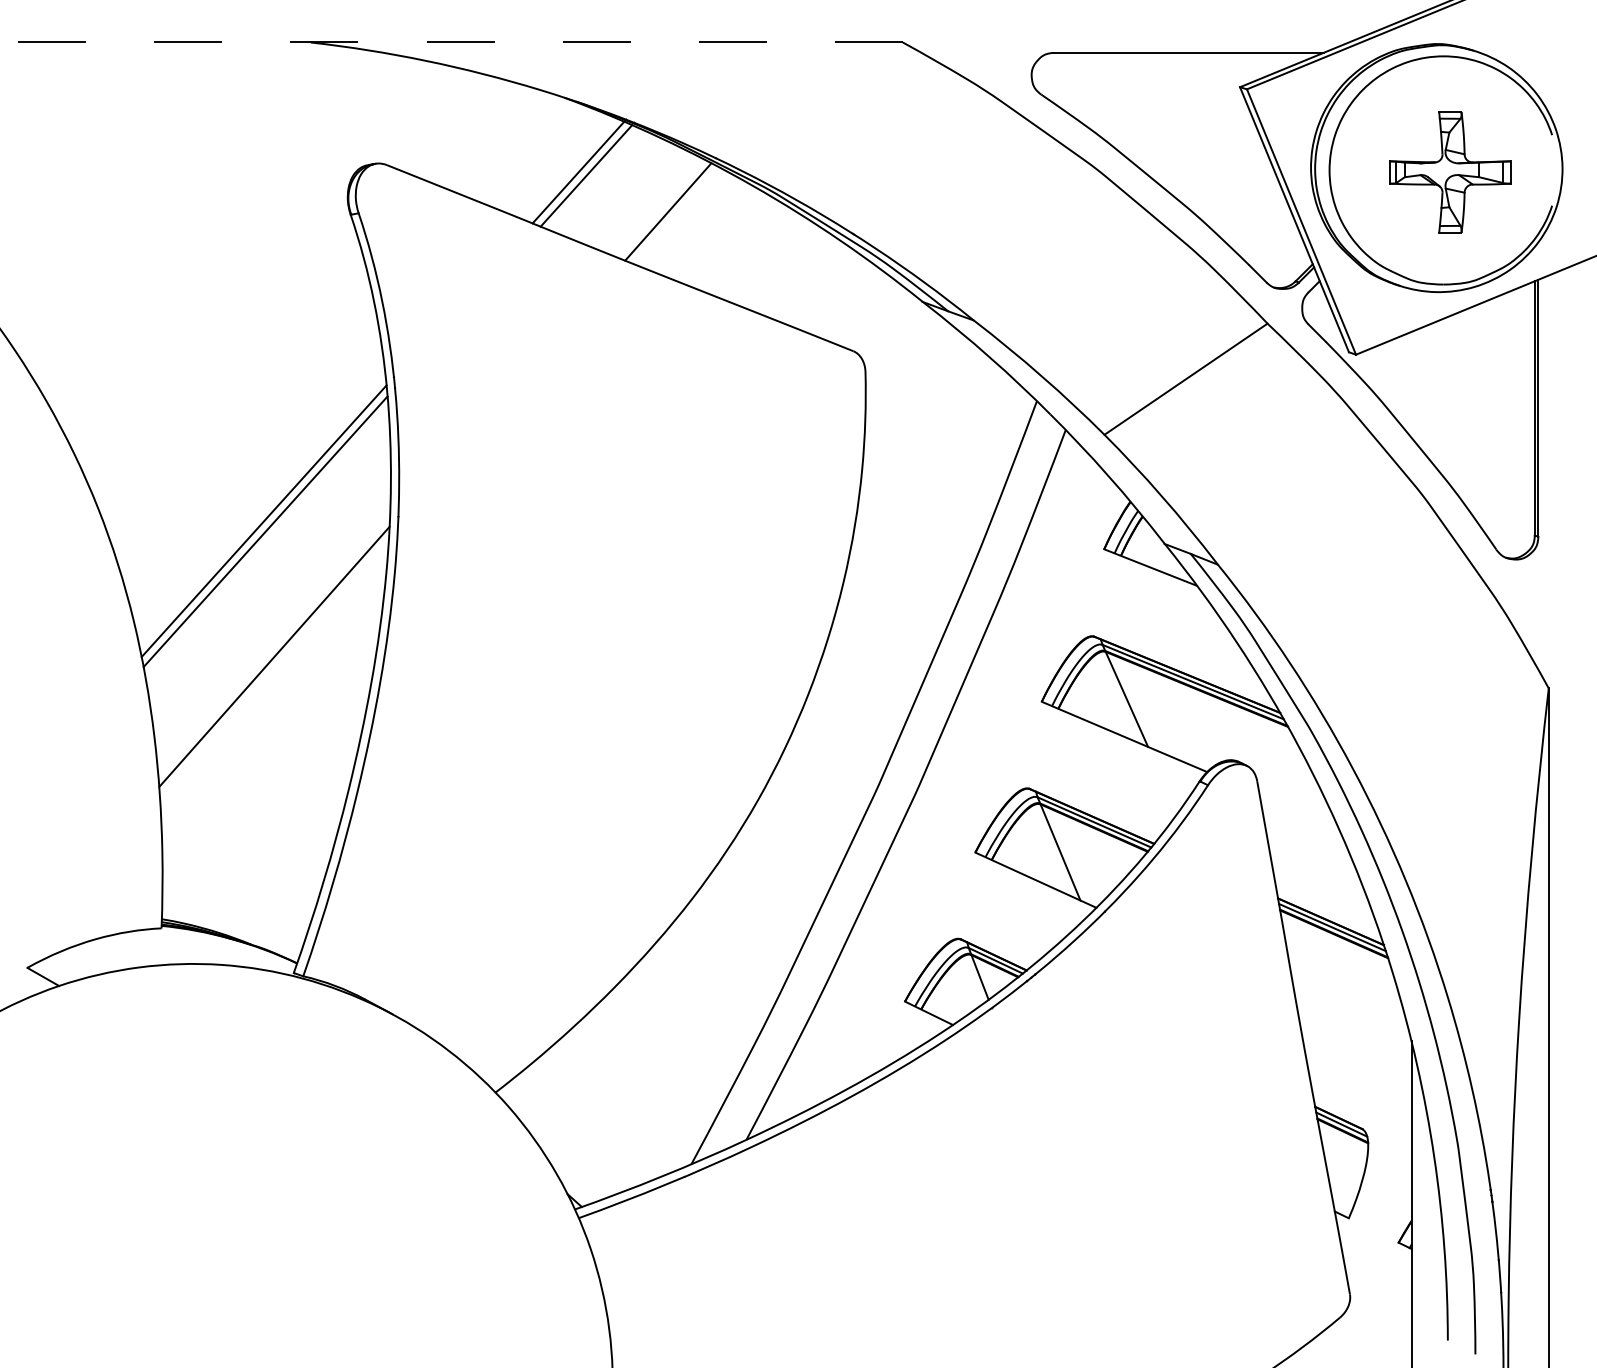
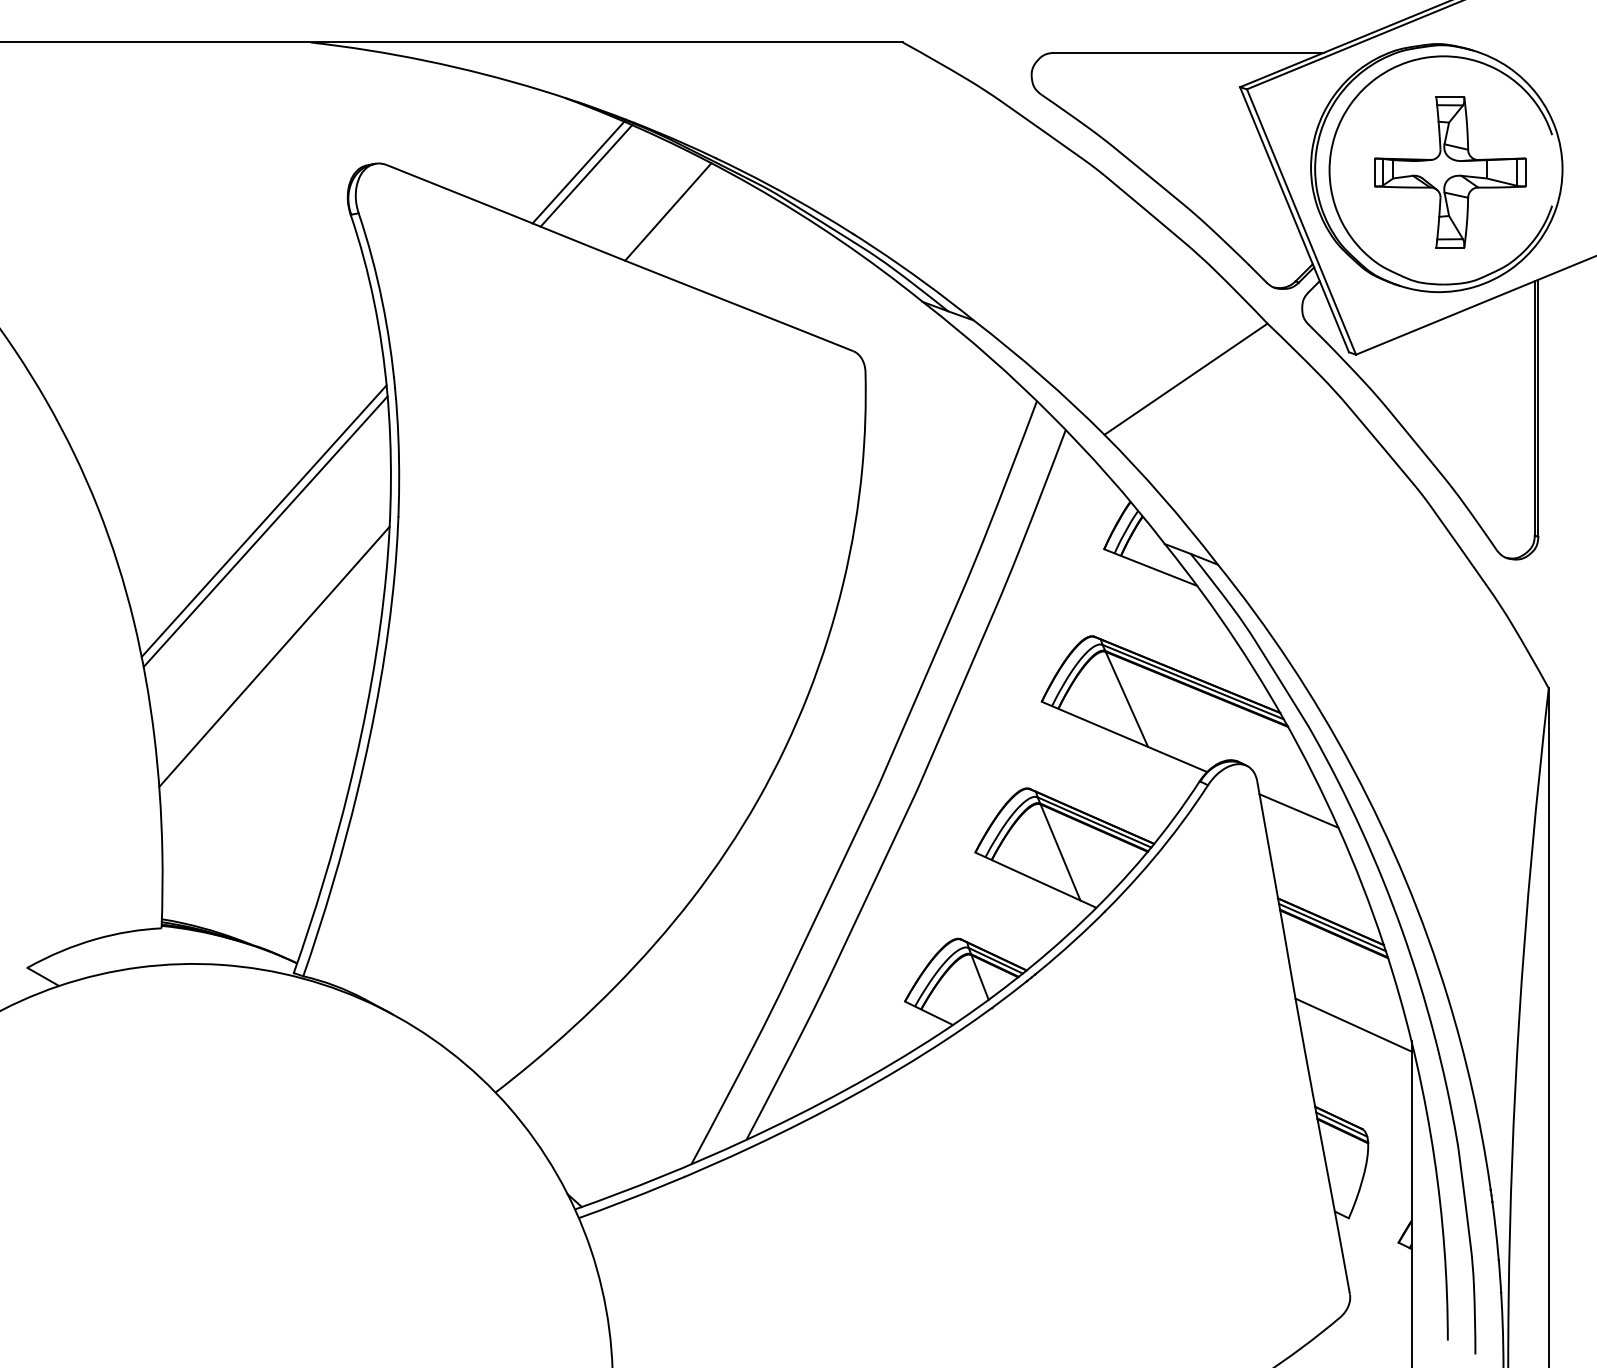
line at (451, 42): dashed -> solid
part at (1450, 172) size: 123x123 px -> 153x153 px
line at (1298, 810): none -> present
line at (1353, 1024): none -> present
